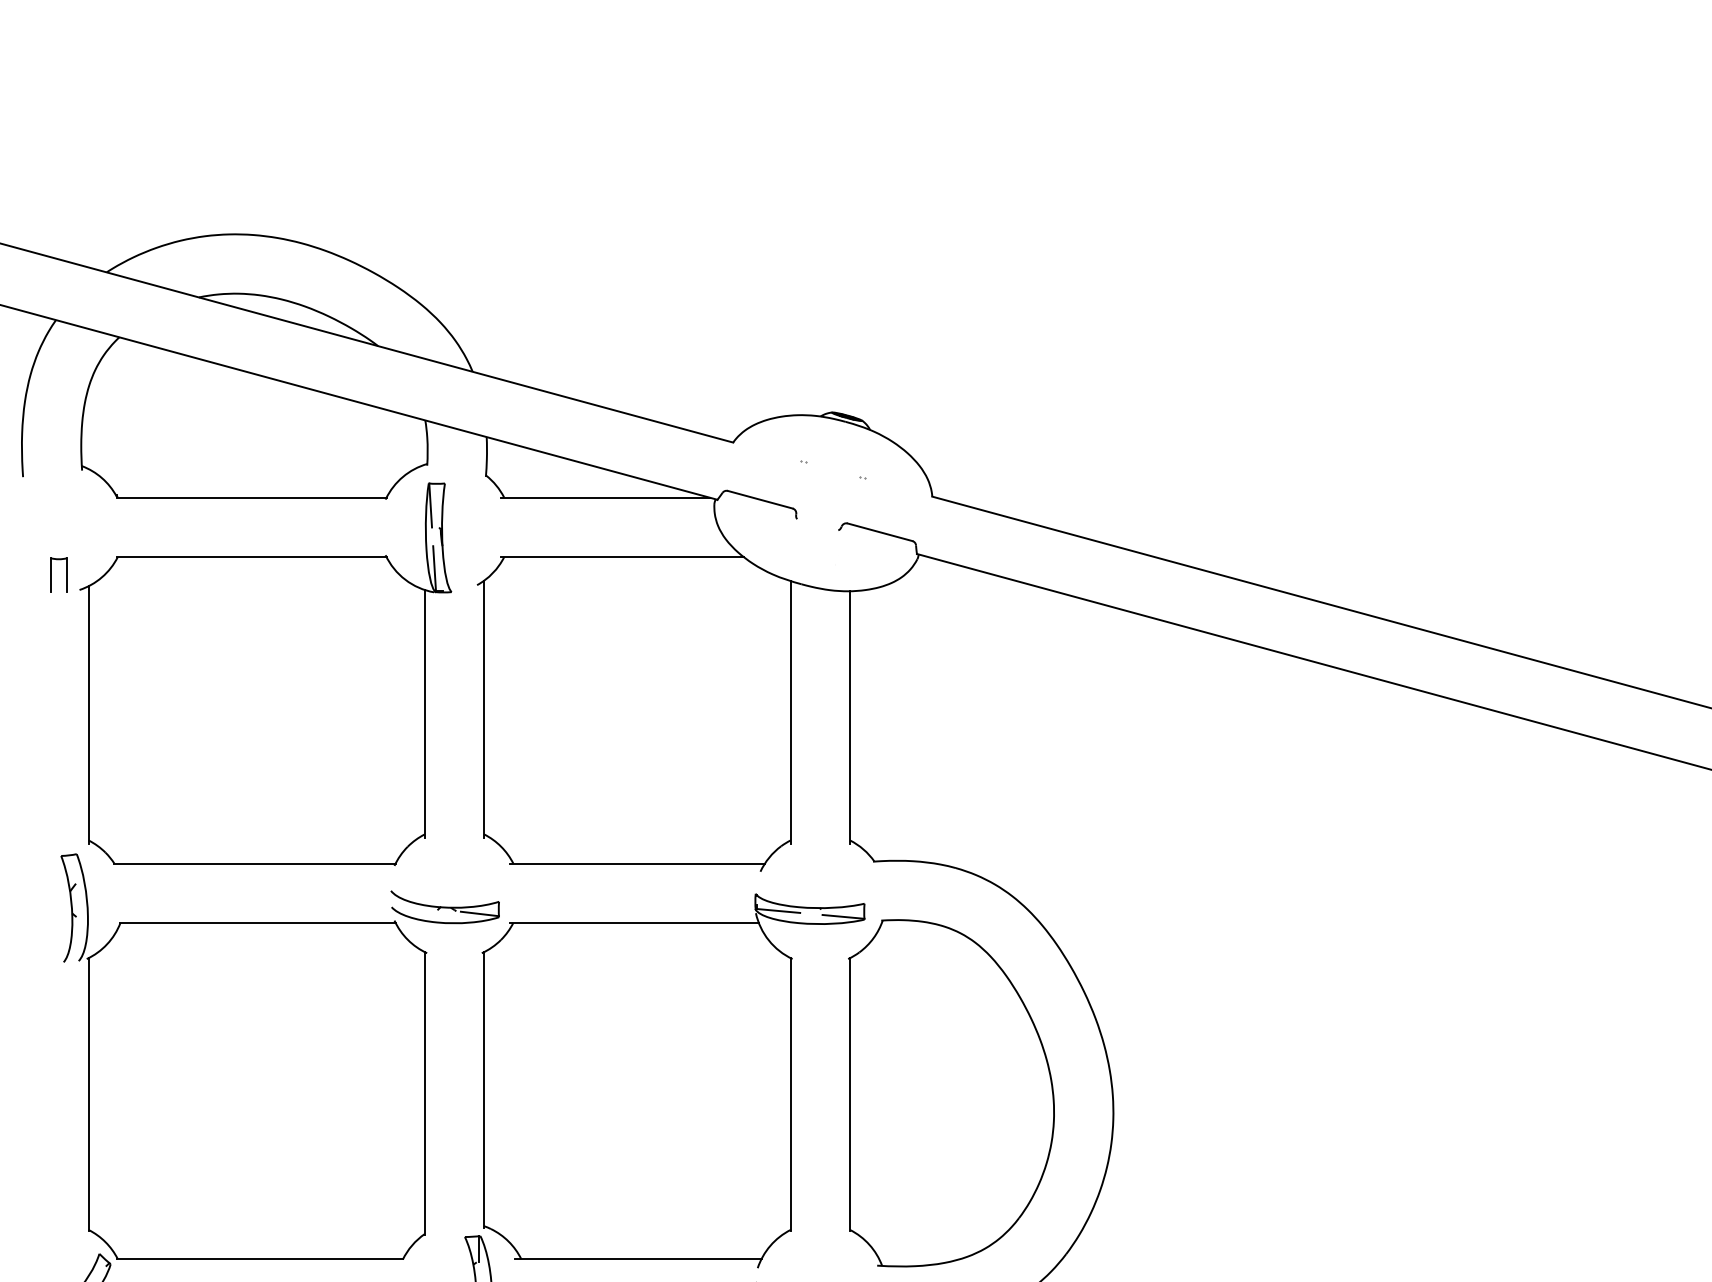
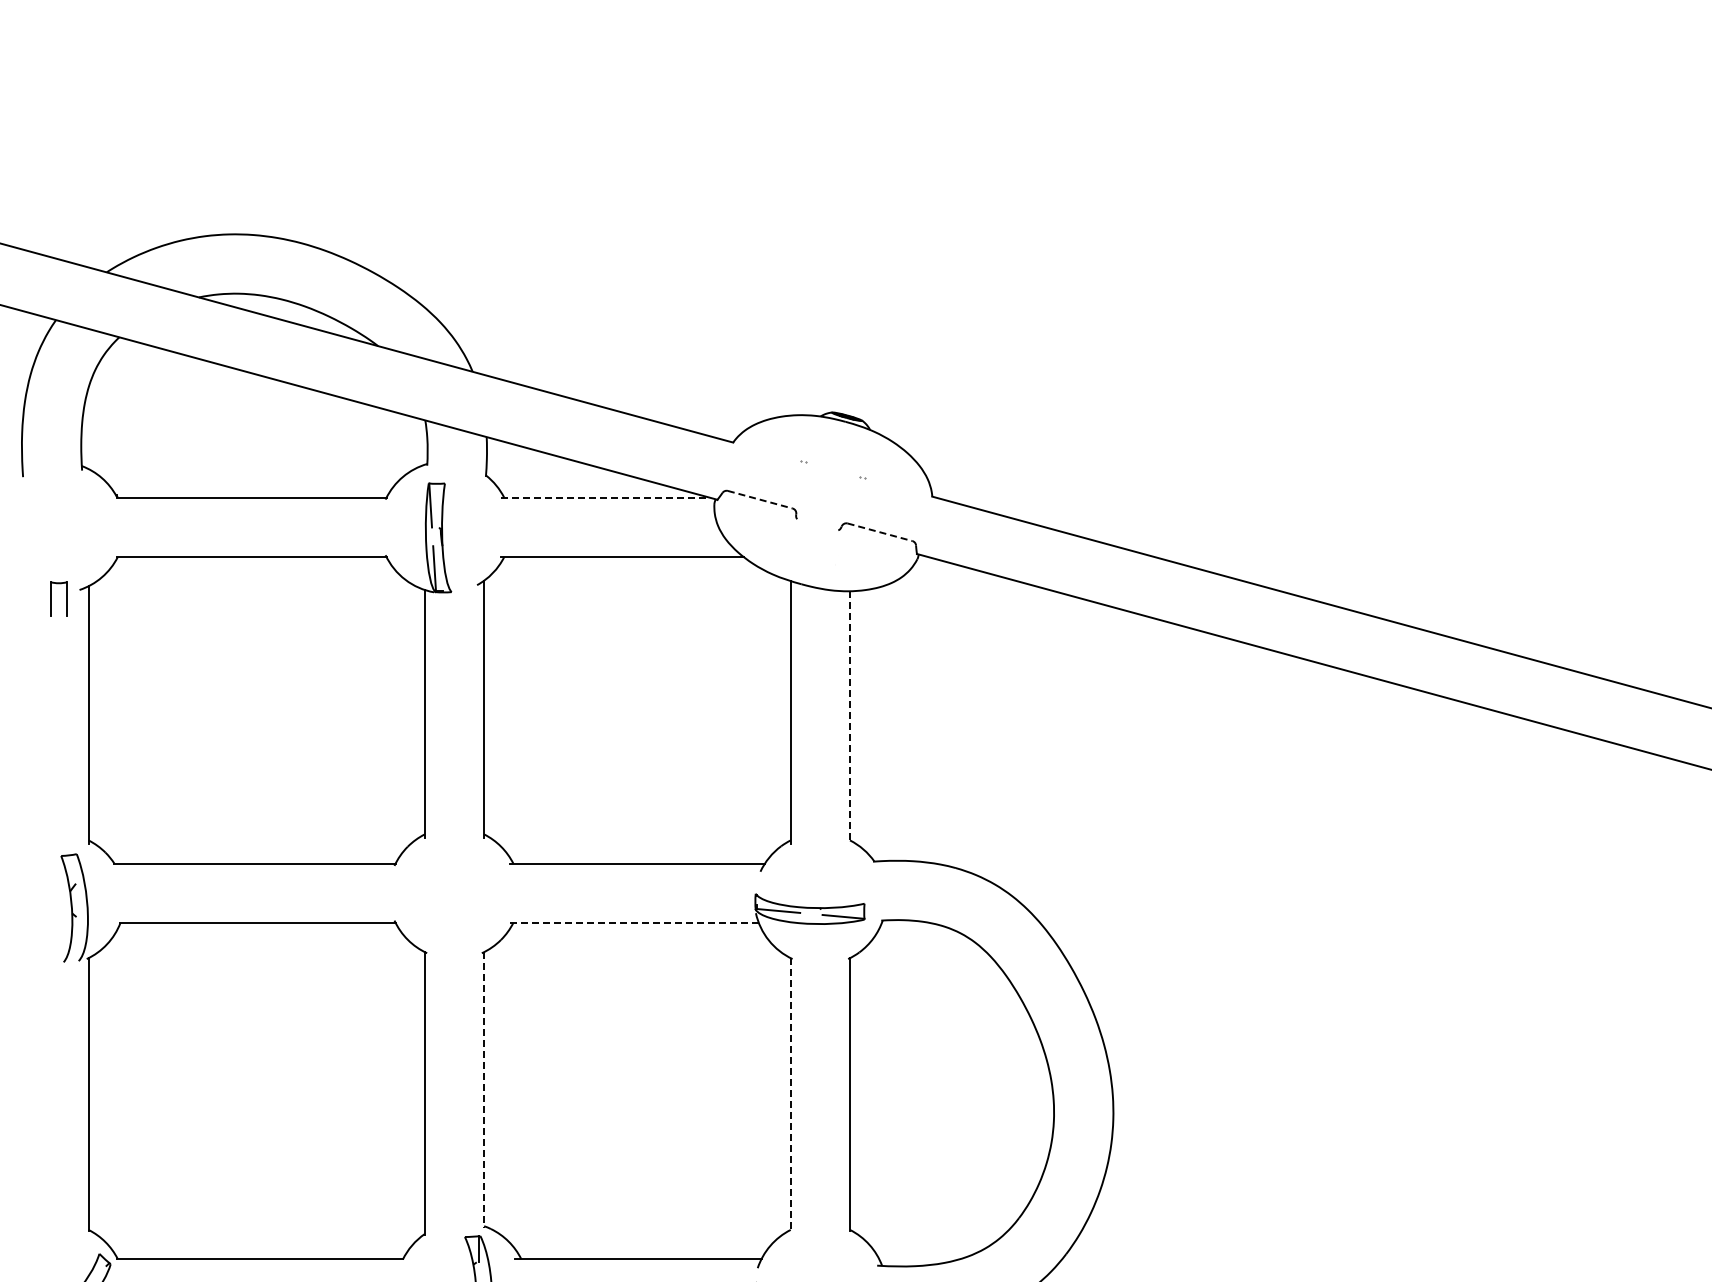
line at (605, 497): solid -> dashed
line at (760, 499): solid -> dashed
line at (880, 532): solid -> dashed
part at (51, 574) position: (51, 574) -> (51, 598)
line at (850, 718): solid -> dashed
part at (444, 907): present -> none
line at (634, 922): solid -> dashed
line at (484, 1089): solid -> dashed
line at (790, 1095): solid -> dashed
